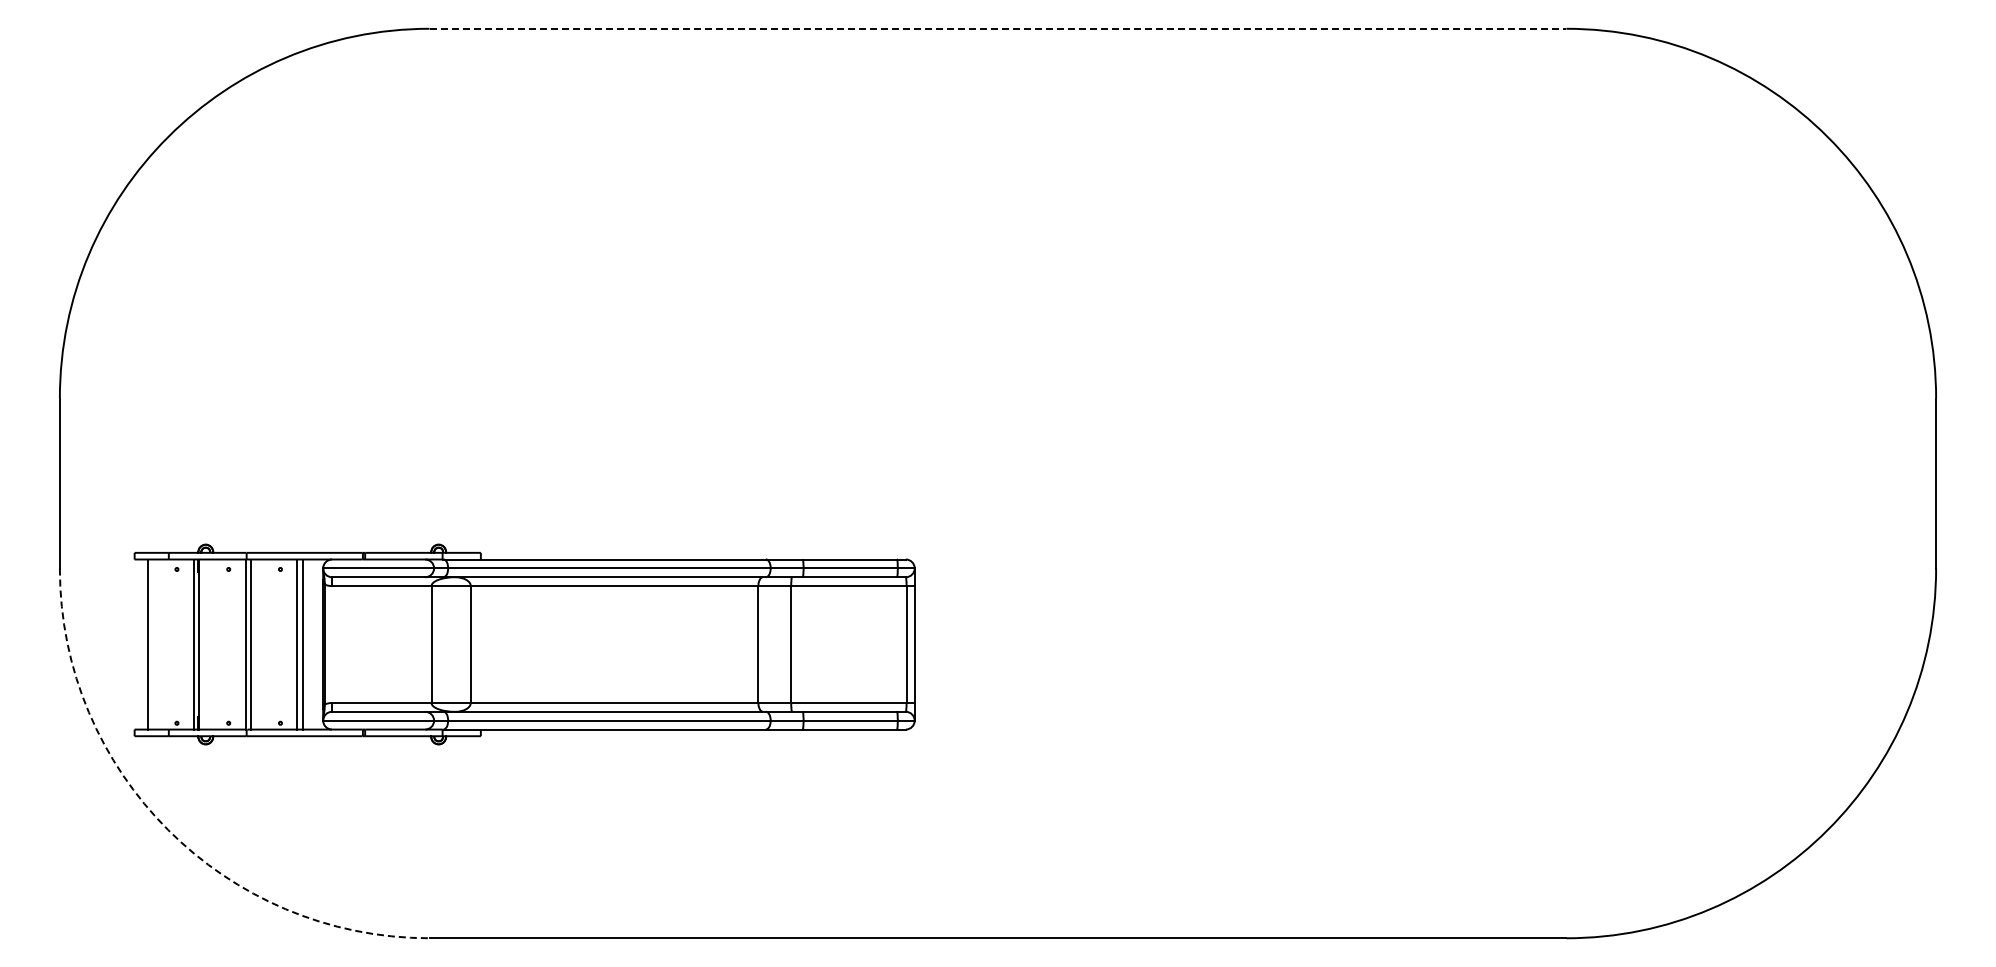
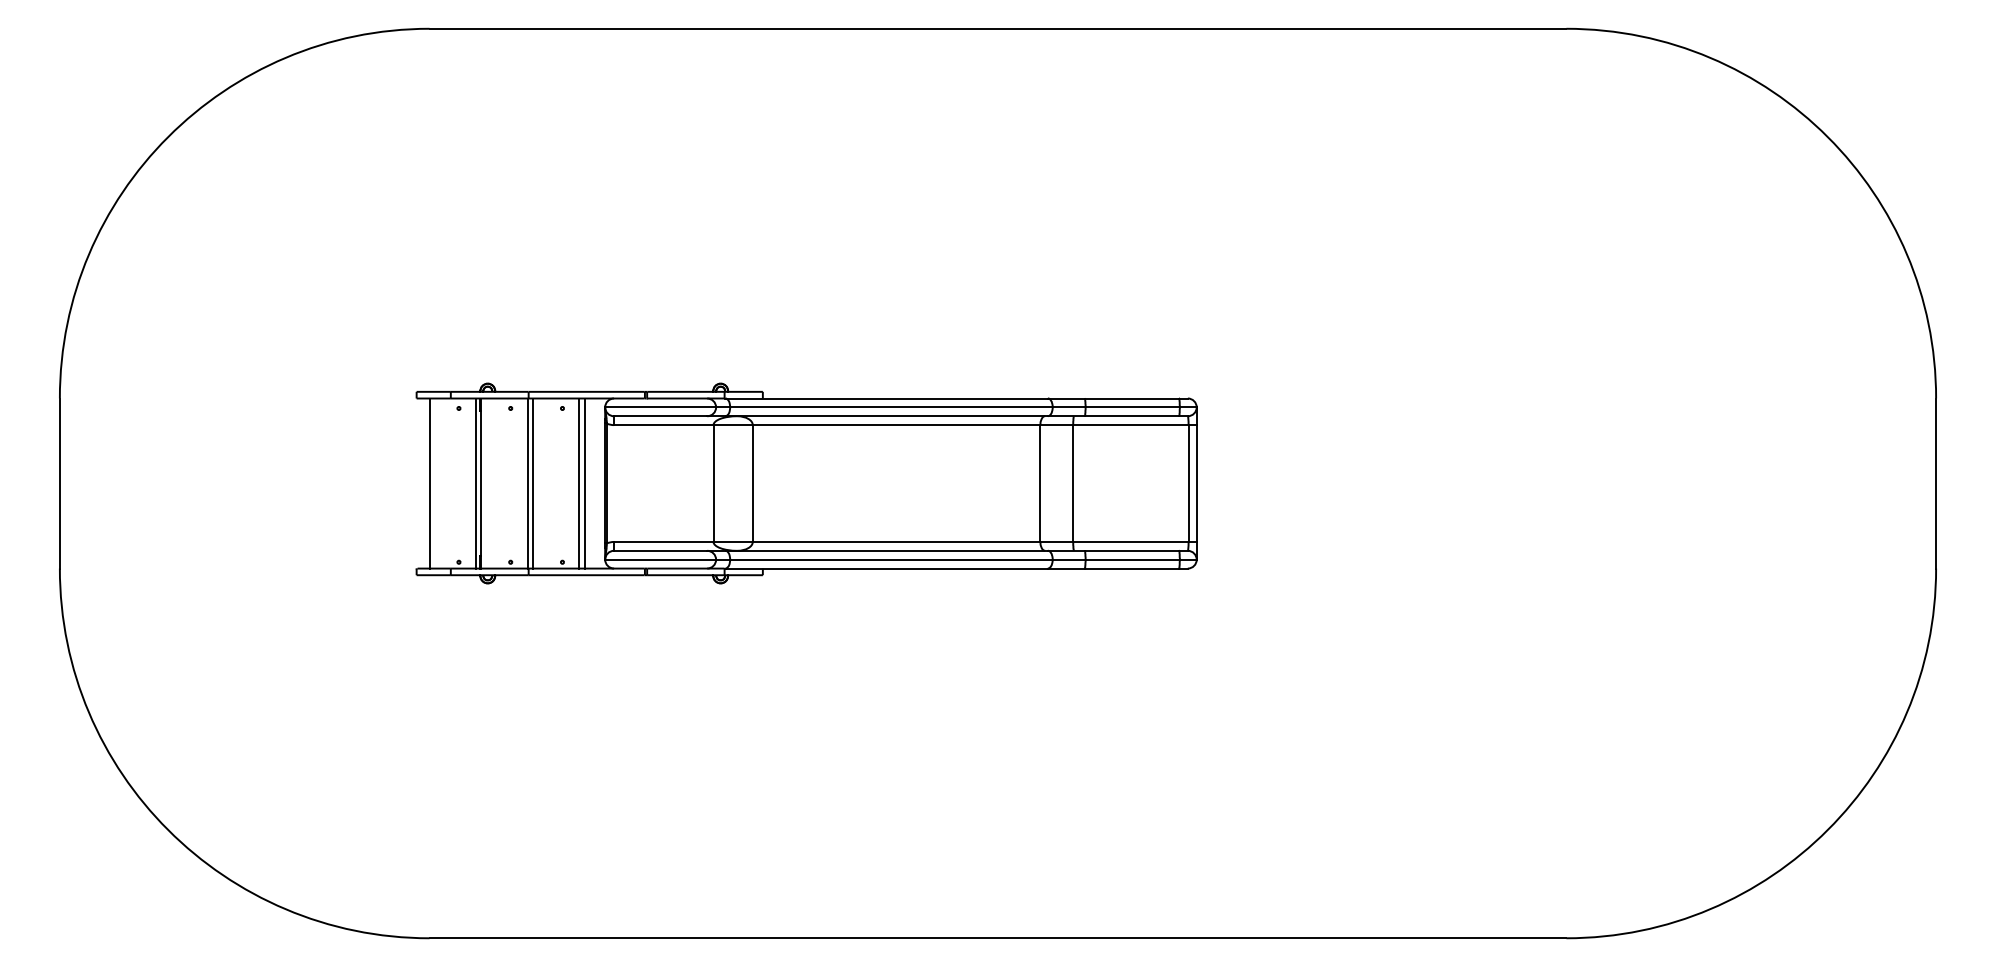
line at (998, 28): dashed -> solid
part at (524, 644) position: (524, 644) -> (806, 483)
arc at (168, 829): dashed -> solid
